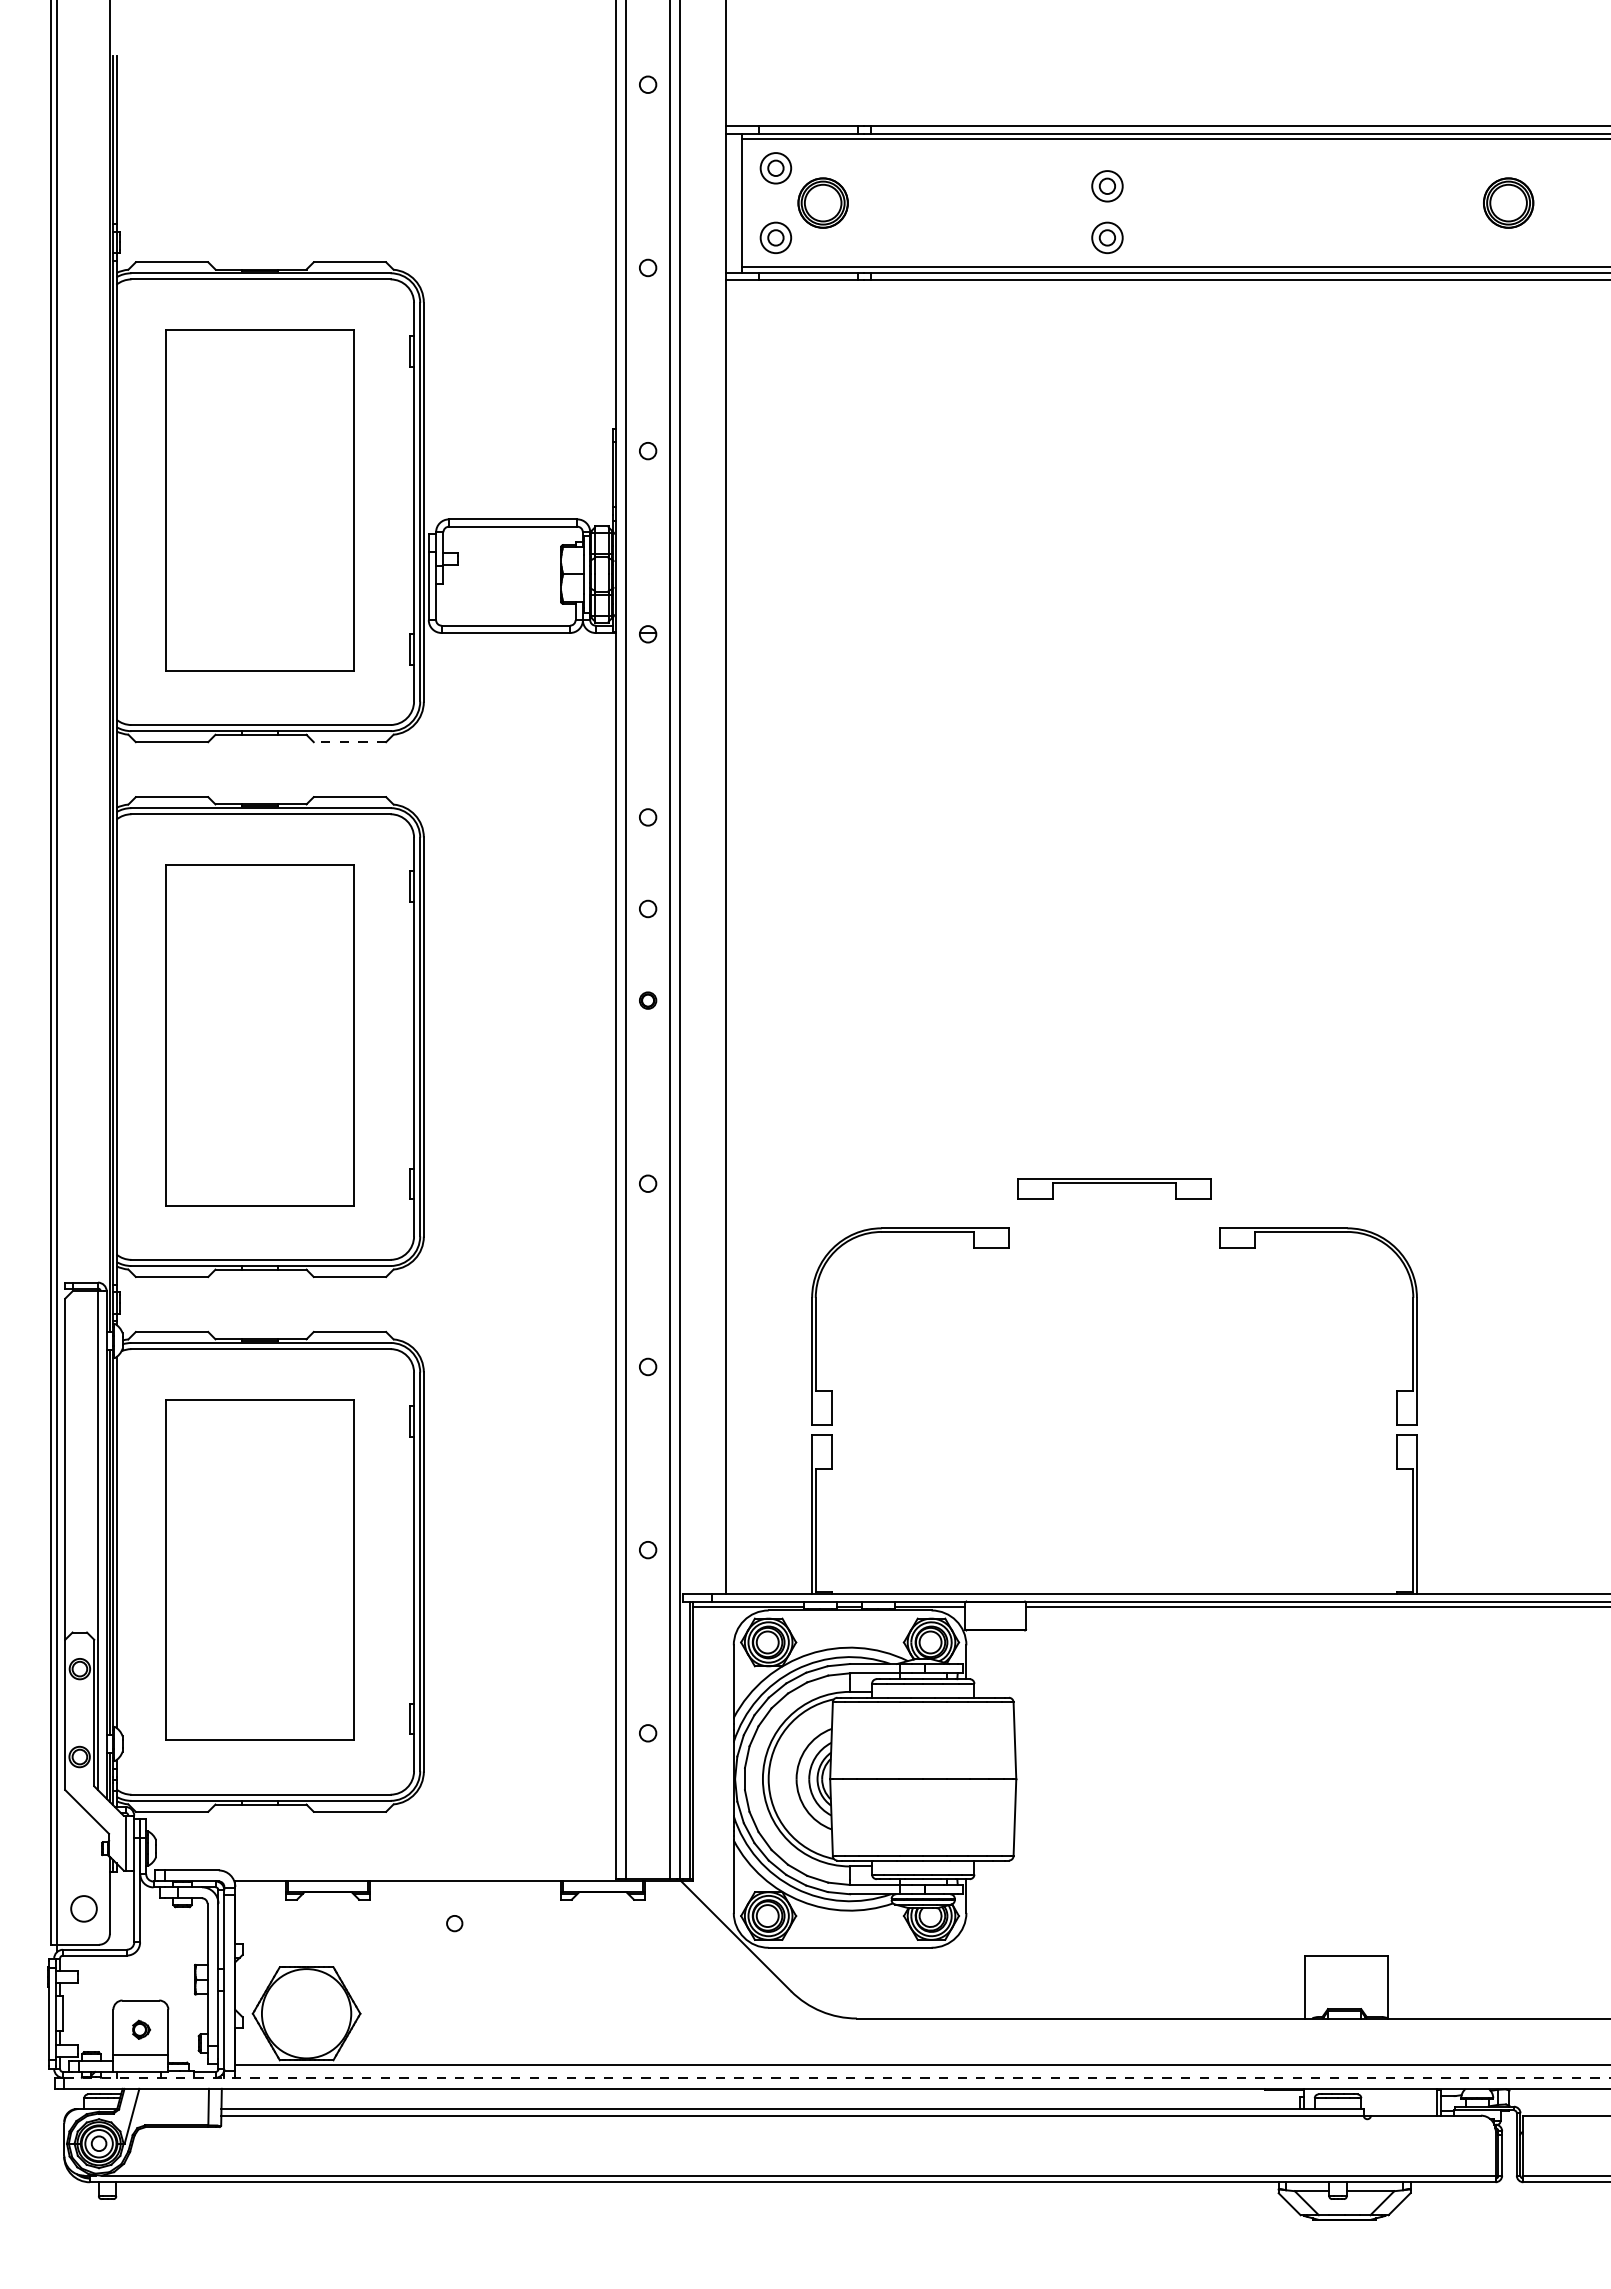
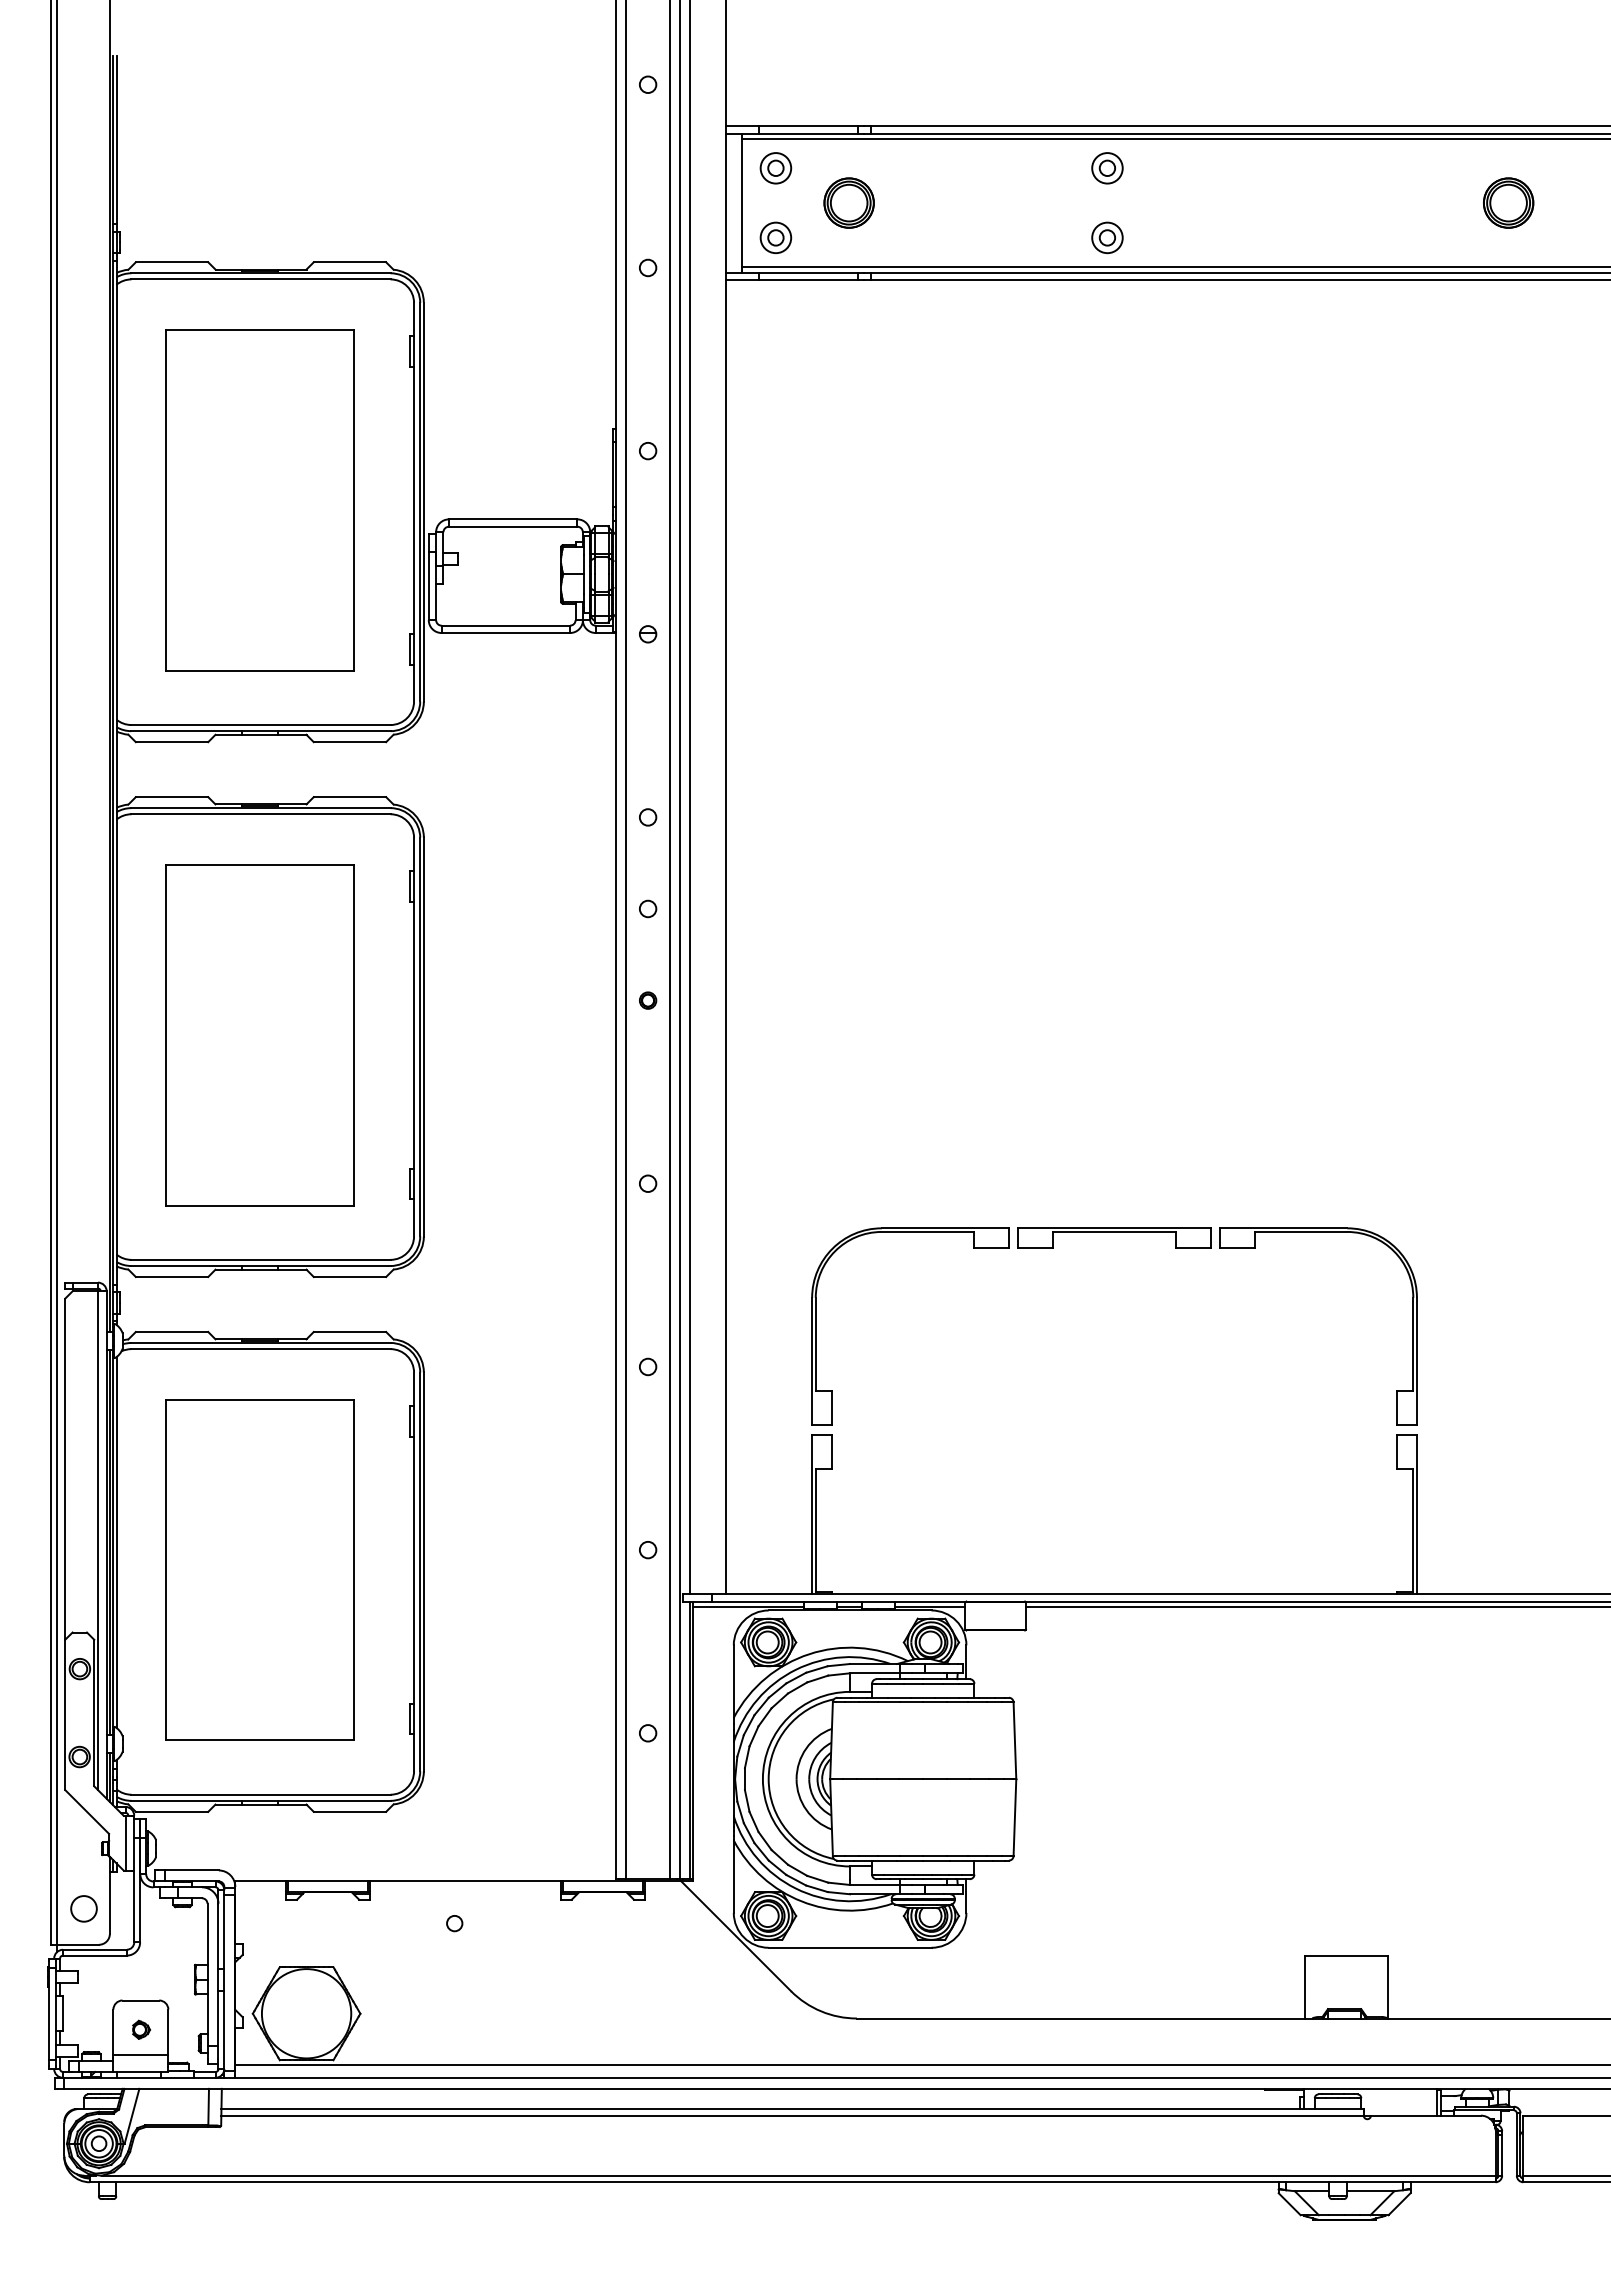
part at (1107, 186) position: (1107, 186) -> (1107, 168)
part at (822, 202) position: (822, 202) -> (848, 202)
line at (349, 742): dashed -> solid
line at (689, 798): none -> present
part at (1114, 1188) position: (1114, 1188) -> (1114, 1237)
line at (838, 2077): dashed -> solid
